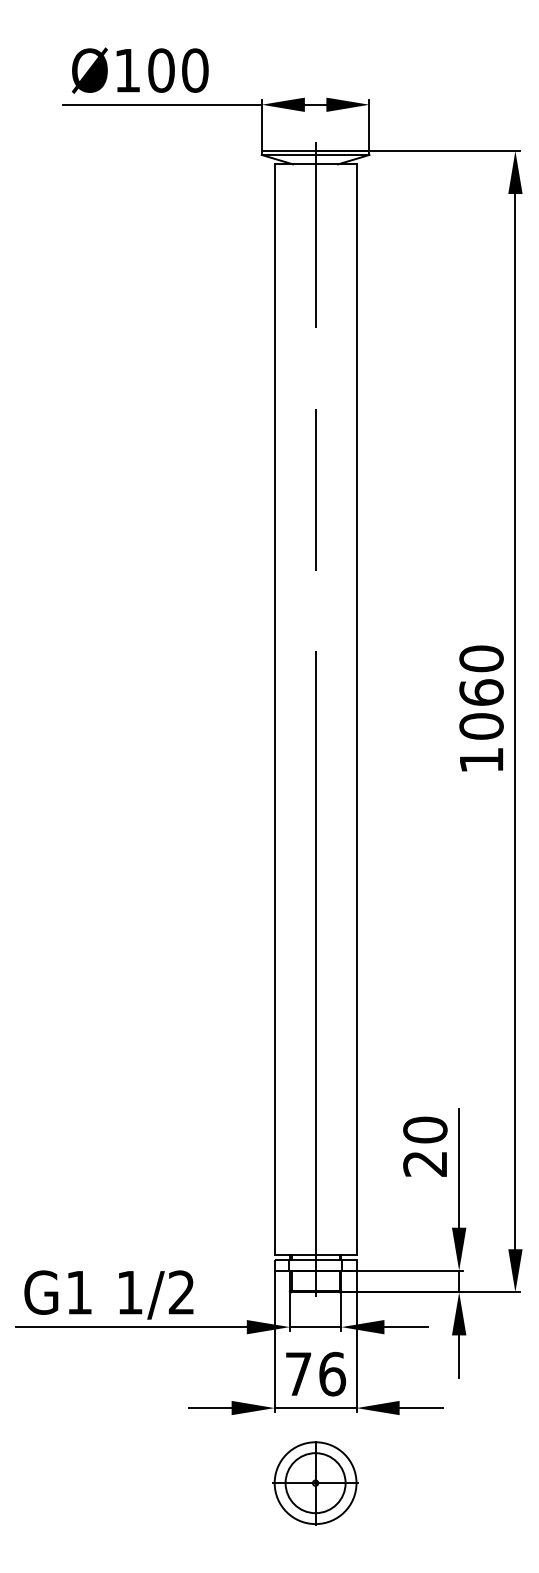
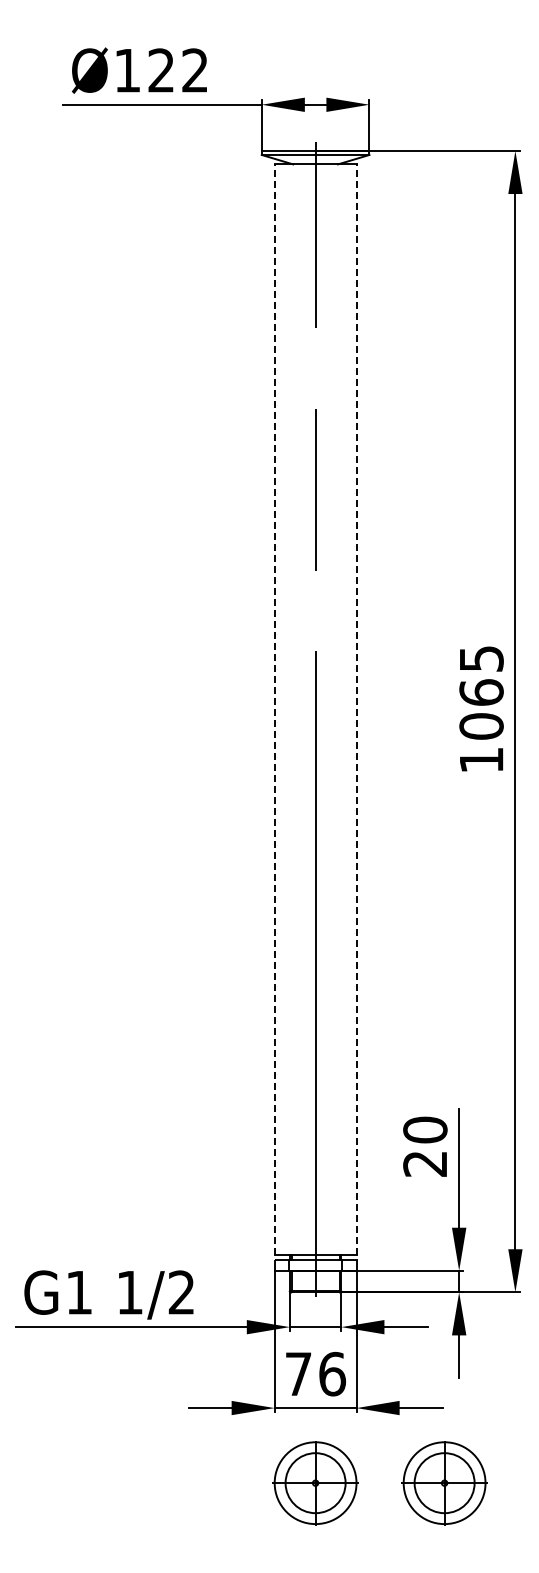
text at (178, 70): Ø100 -> Ø122
text at (481, 658): 1060 -> 1065
line at (274, 709): solid -> dashed
line at (356, 709): solid -> dashed
part at (444, 1483): none -> present
